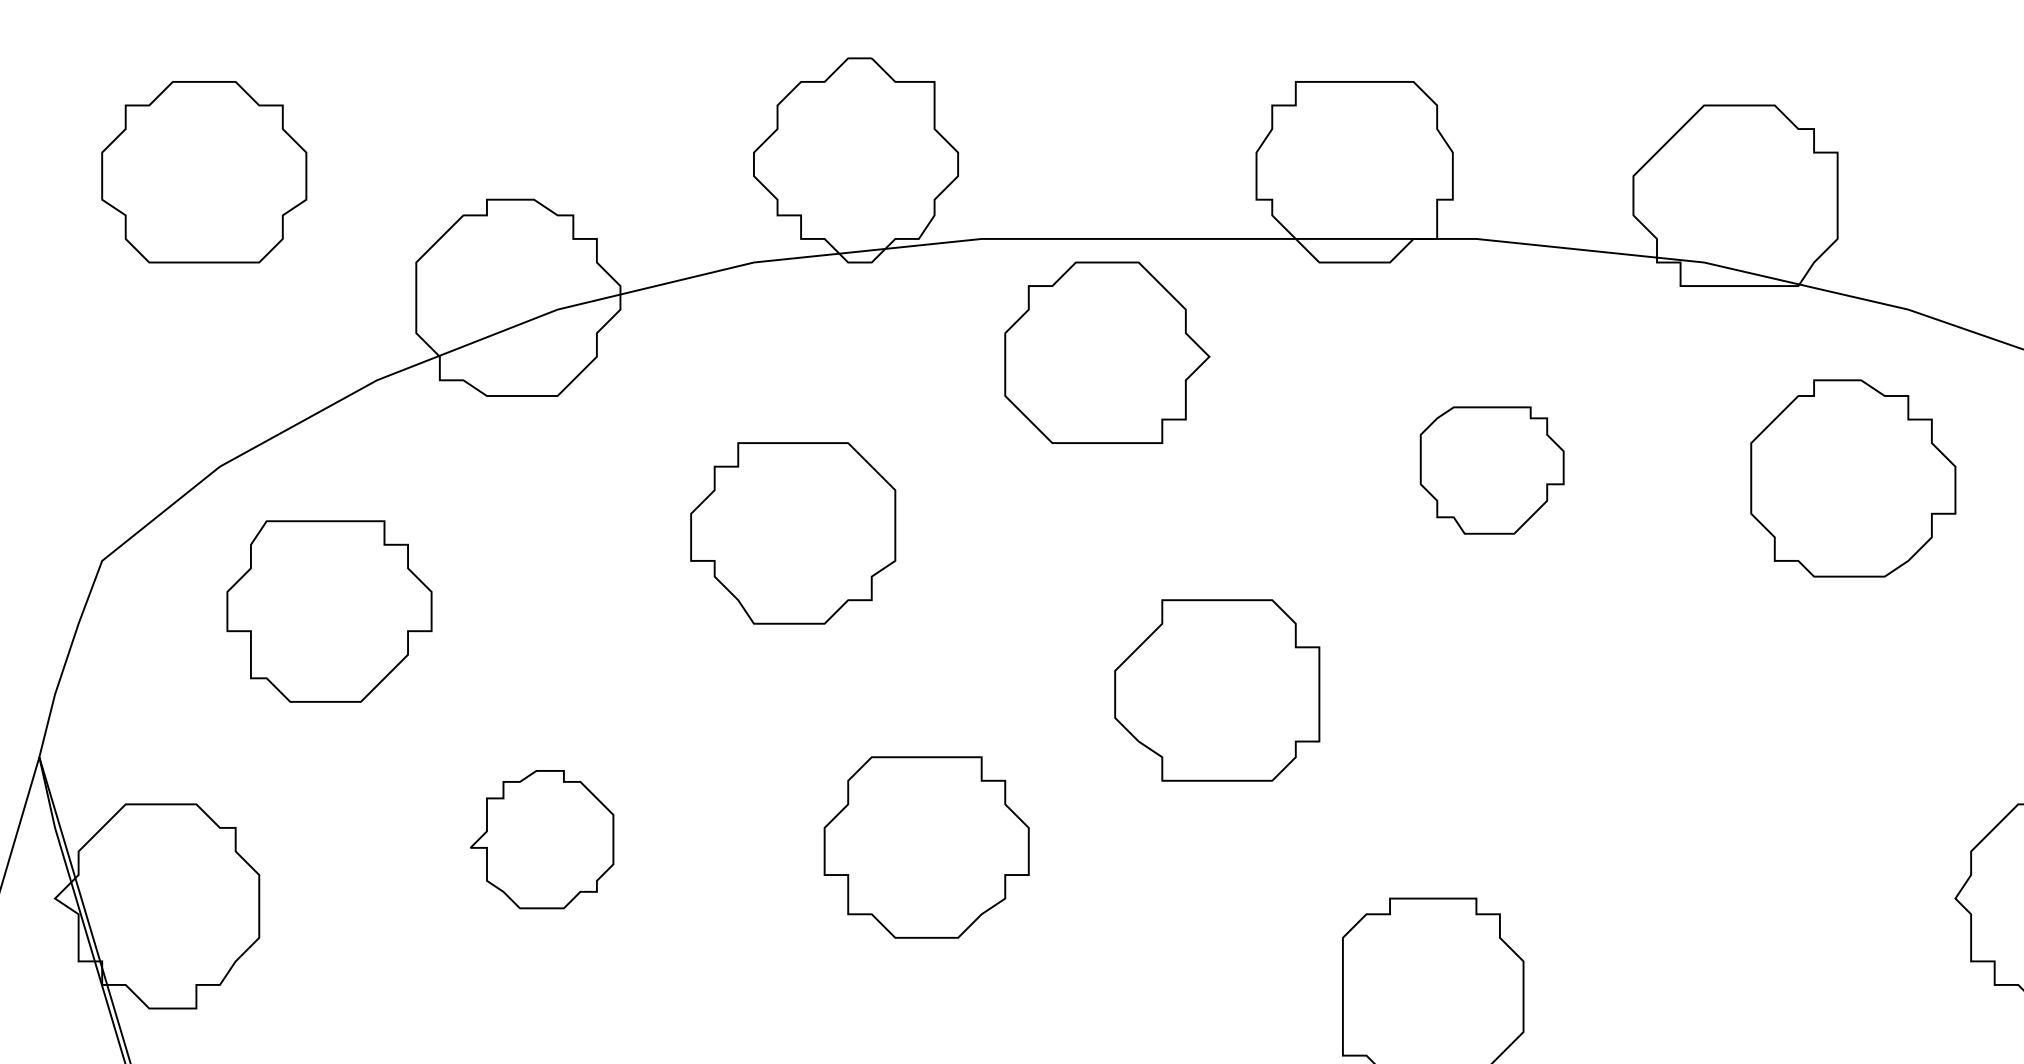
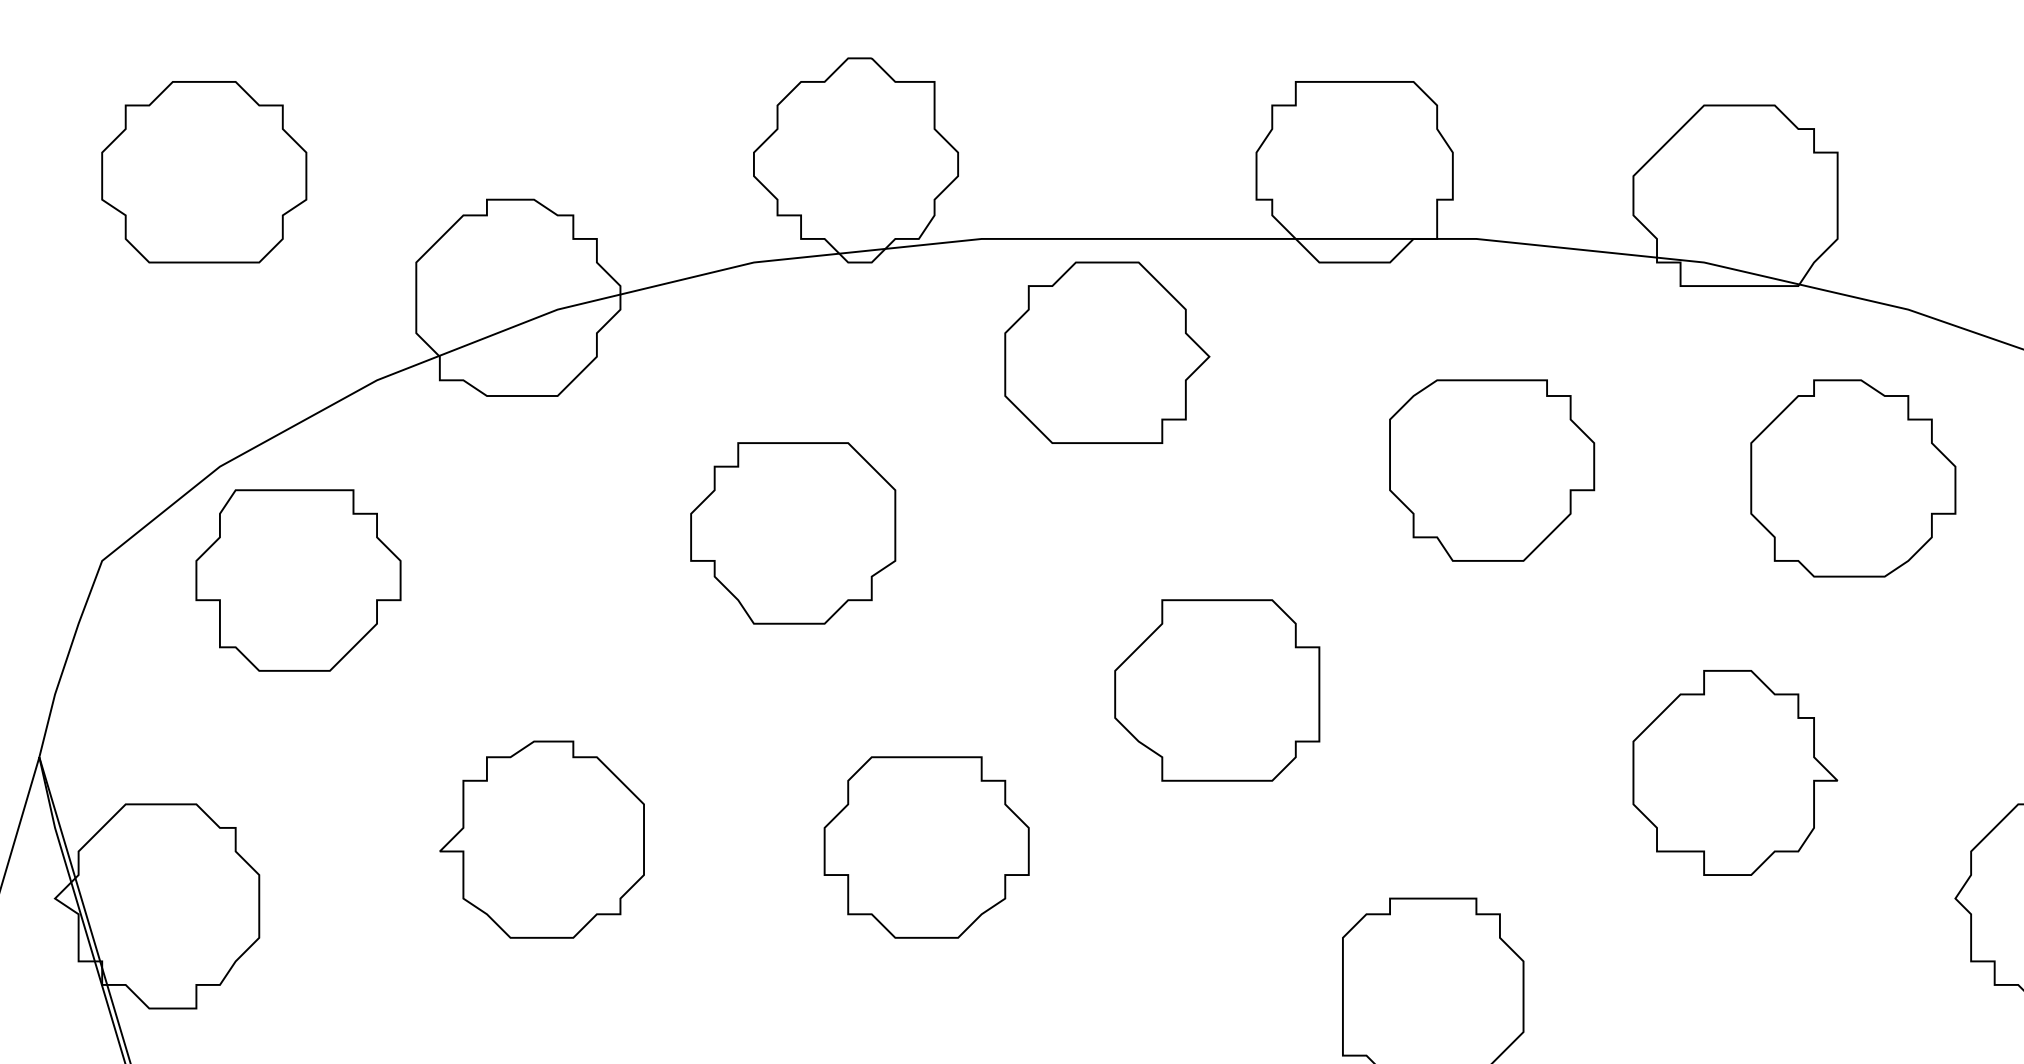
part at (1491, 470) size: 146x129 px -> 207x183 px
part at (329, 611) position: (329, 611) -> (298, 580)
part at (1735, 772): none -> present
part at (542, 839) size: 145x140 px -> 206x199 px
